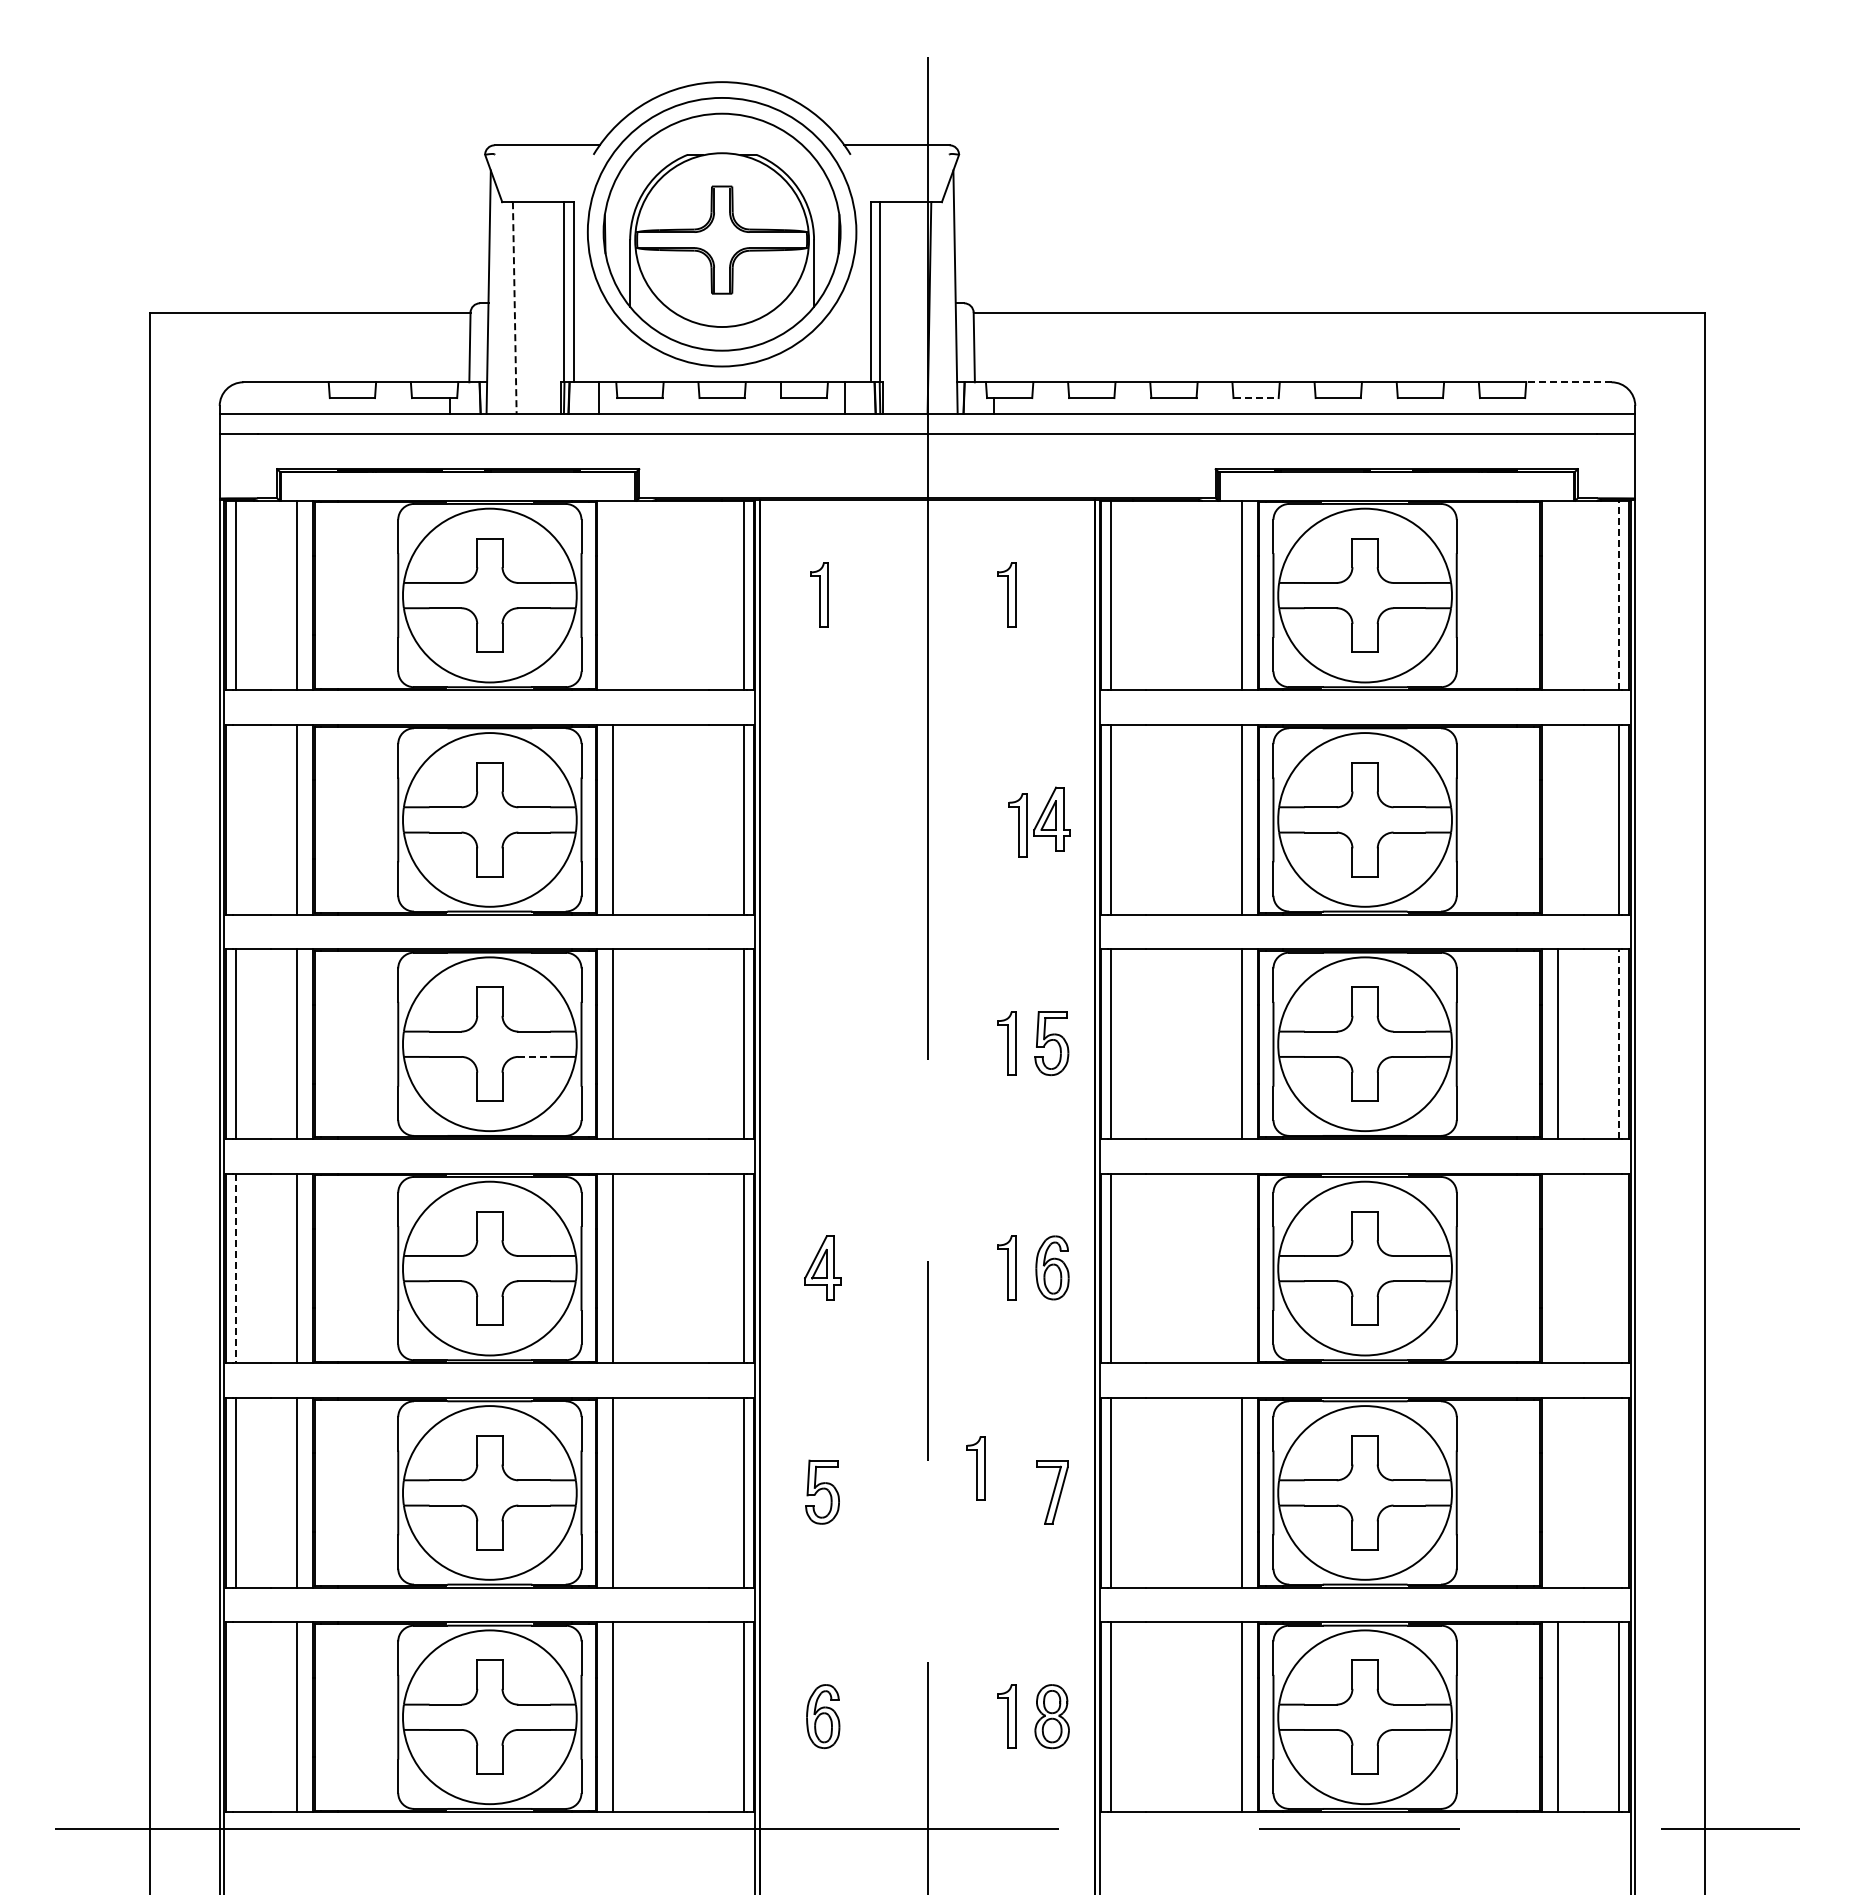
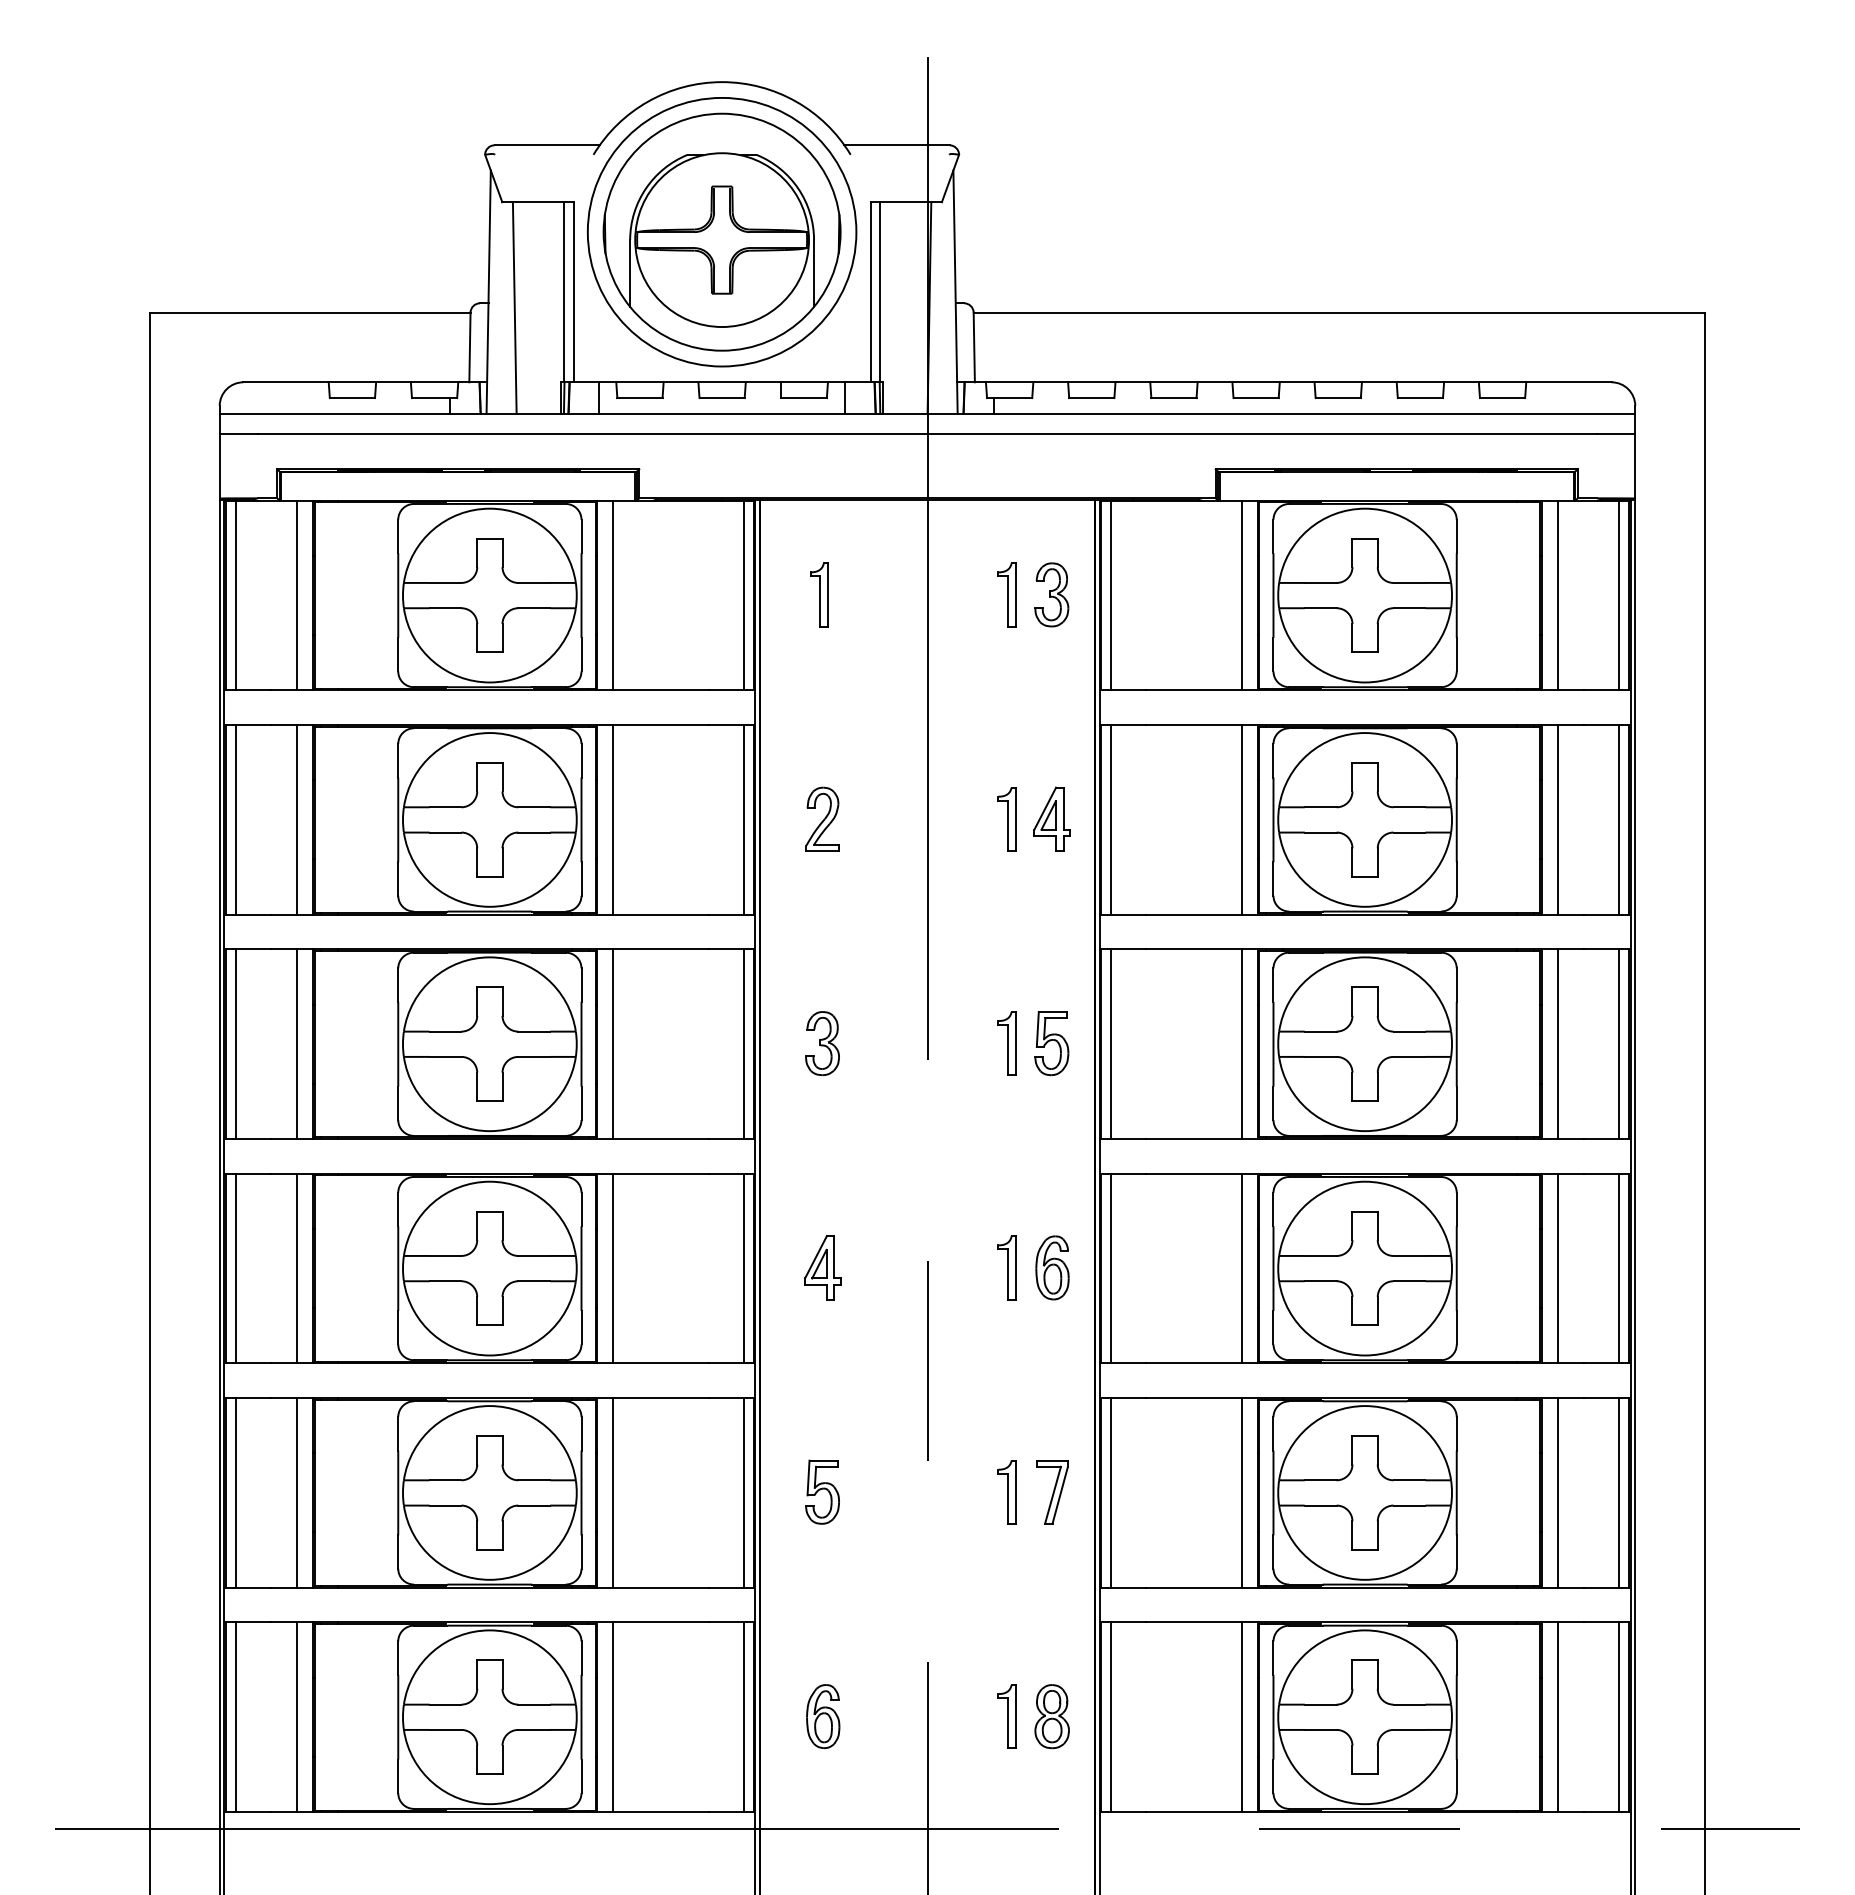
line at (514, 308): dashed -> solid
line at (1568, 382): dashed -> solid
line at (1256, 398): dashed -> solid
part at (1051, 594): none -> present
line at (613, 595): none -> present
line at (1557, 595): none -> present
line at (1619, 595): dashed -> solid
part at (822, 818): none -> present
line at (235, 819): none -> present
line at (1557, 819): none -> present
part at (1017, 825) position: (1017, 825) -> (1006, 819)
part at (822, 1043): none -> present
line at (1619, 1044): dashed -> solid
line at (534, 1056): dashed -> solid
line at (235, 1268): dashed -> solid
line at (1241, 1268): none -> present
line at (1557, 1268): none -> present
line at (1619, 1268): none -> present
part at (975, 1468) position: (975, 1468) -> (1006, 1492)
line at (1557, 1492): none -> present
line at (1619, 1492): none -> present
line at (235, 1717): none -> present
